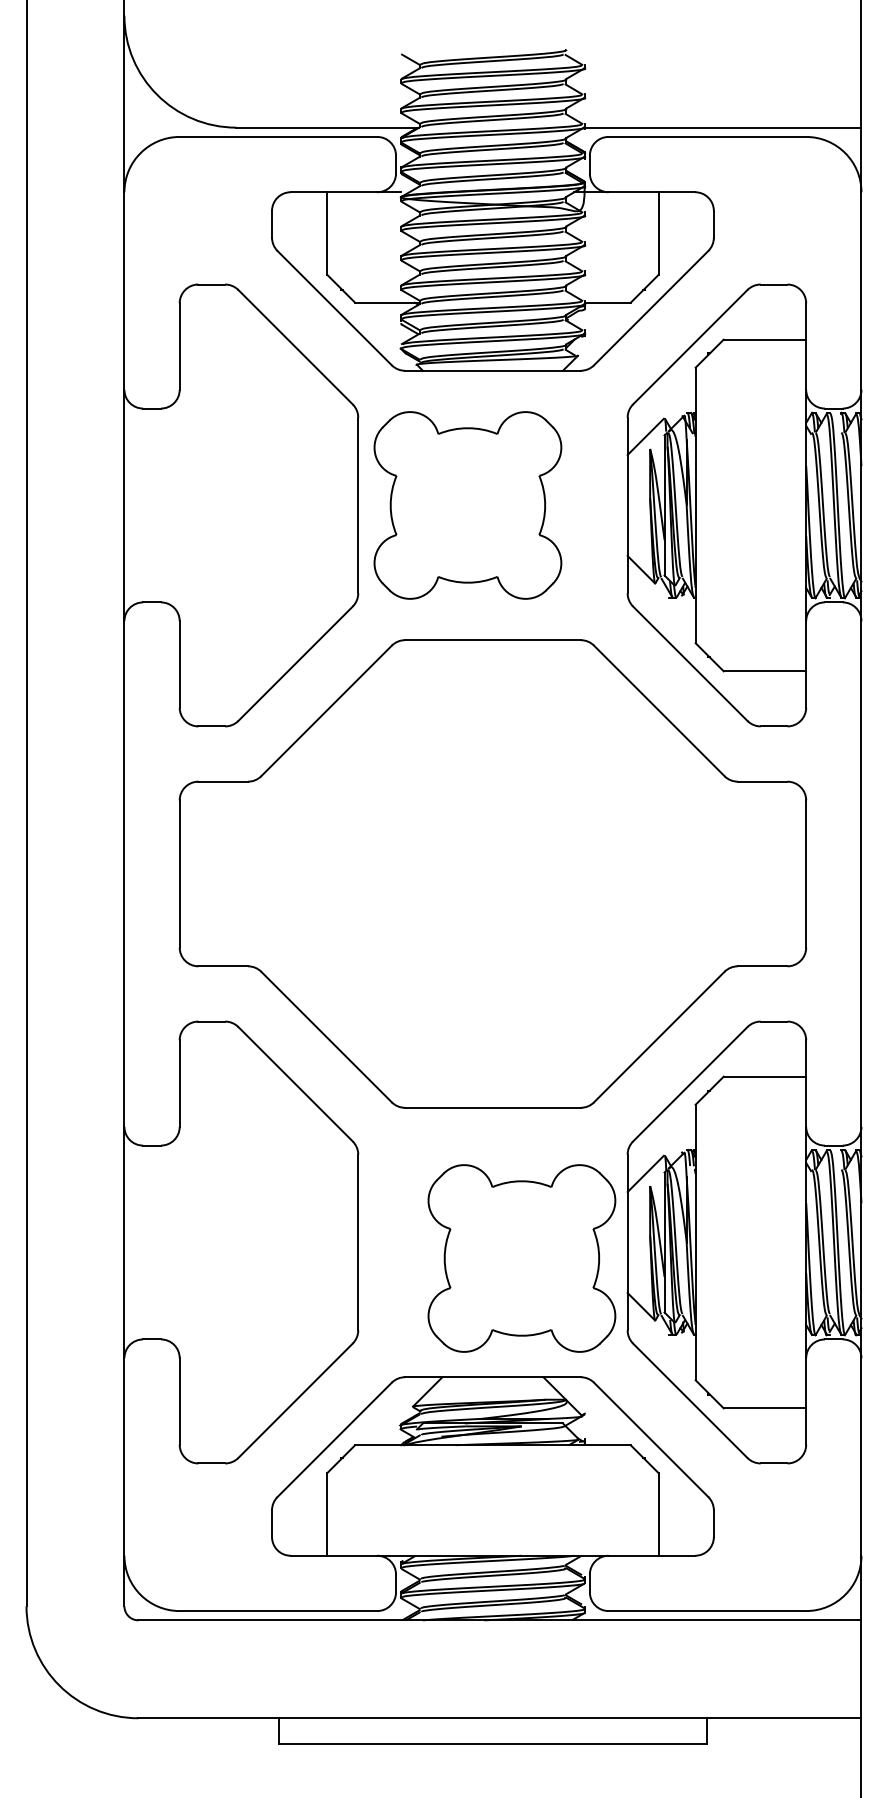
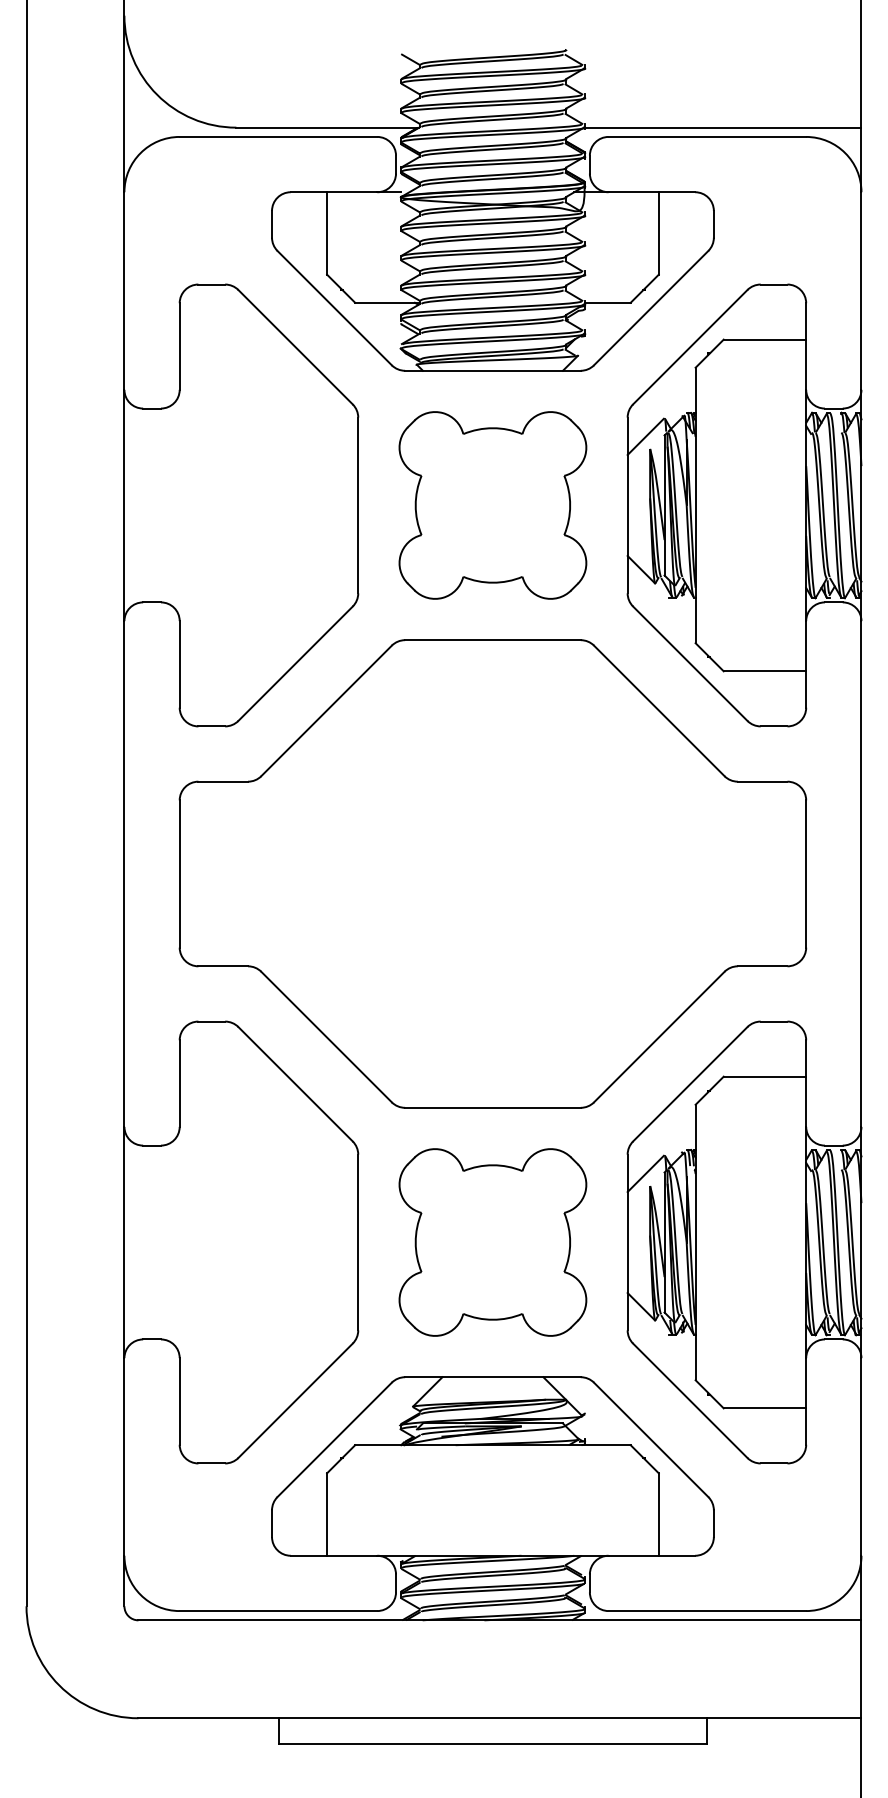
part at (467, 505) position: (467, 505) -> (492, 505)
part at (521, 1258) position: (521, 1258) -> (492, 1242)
